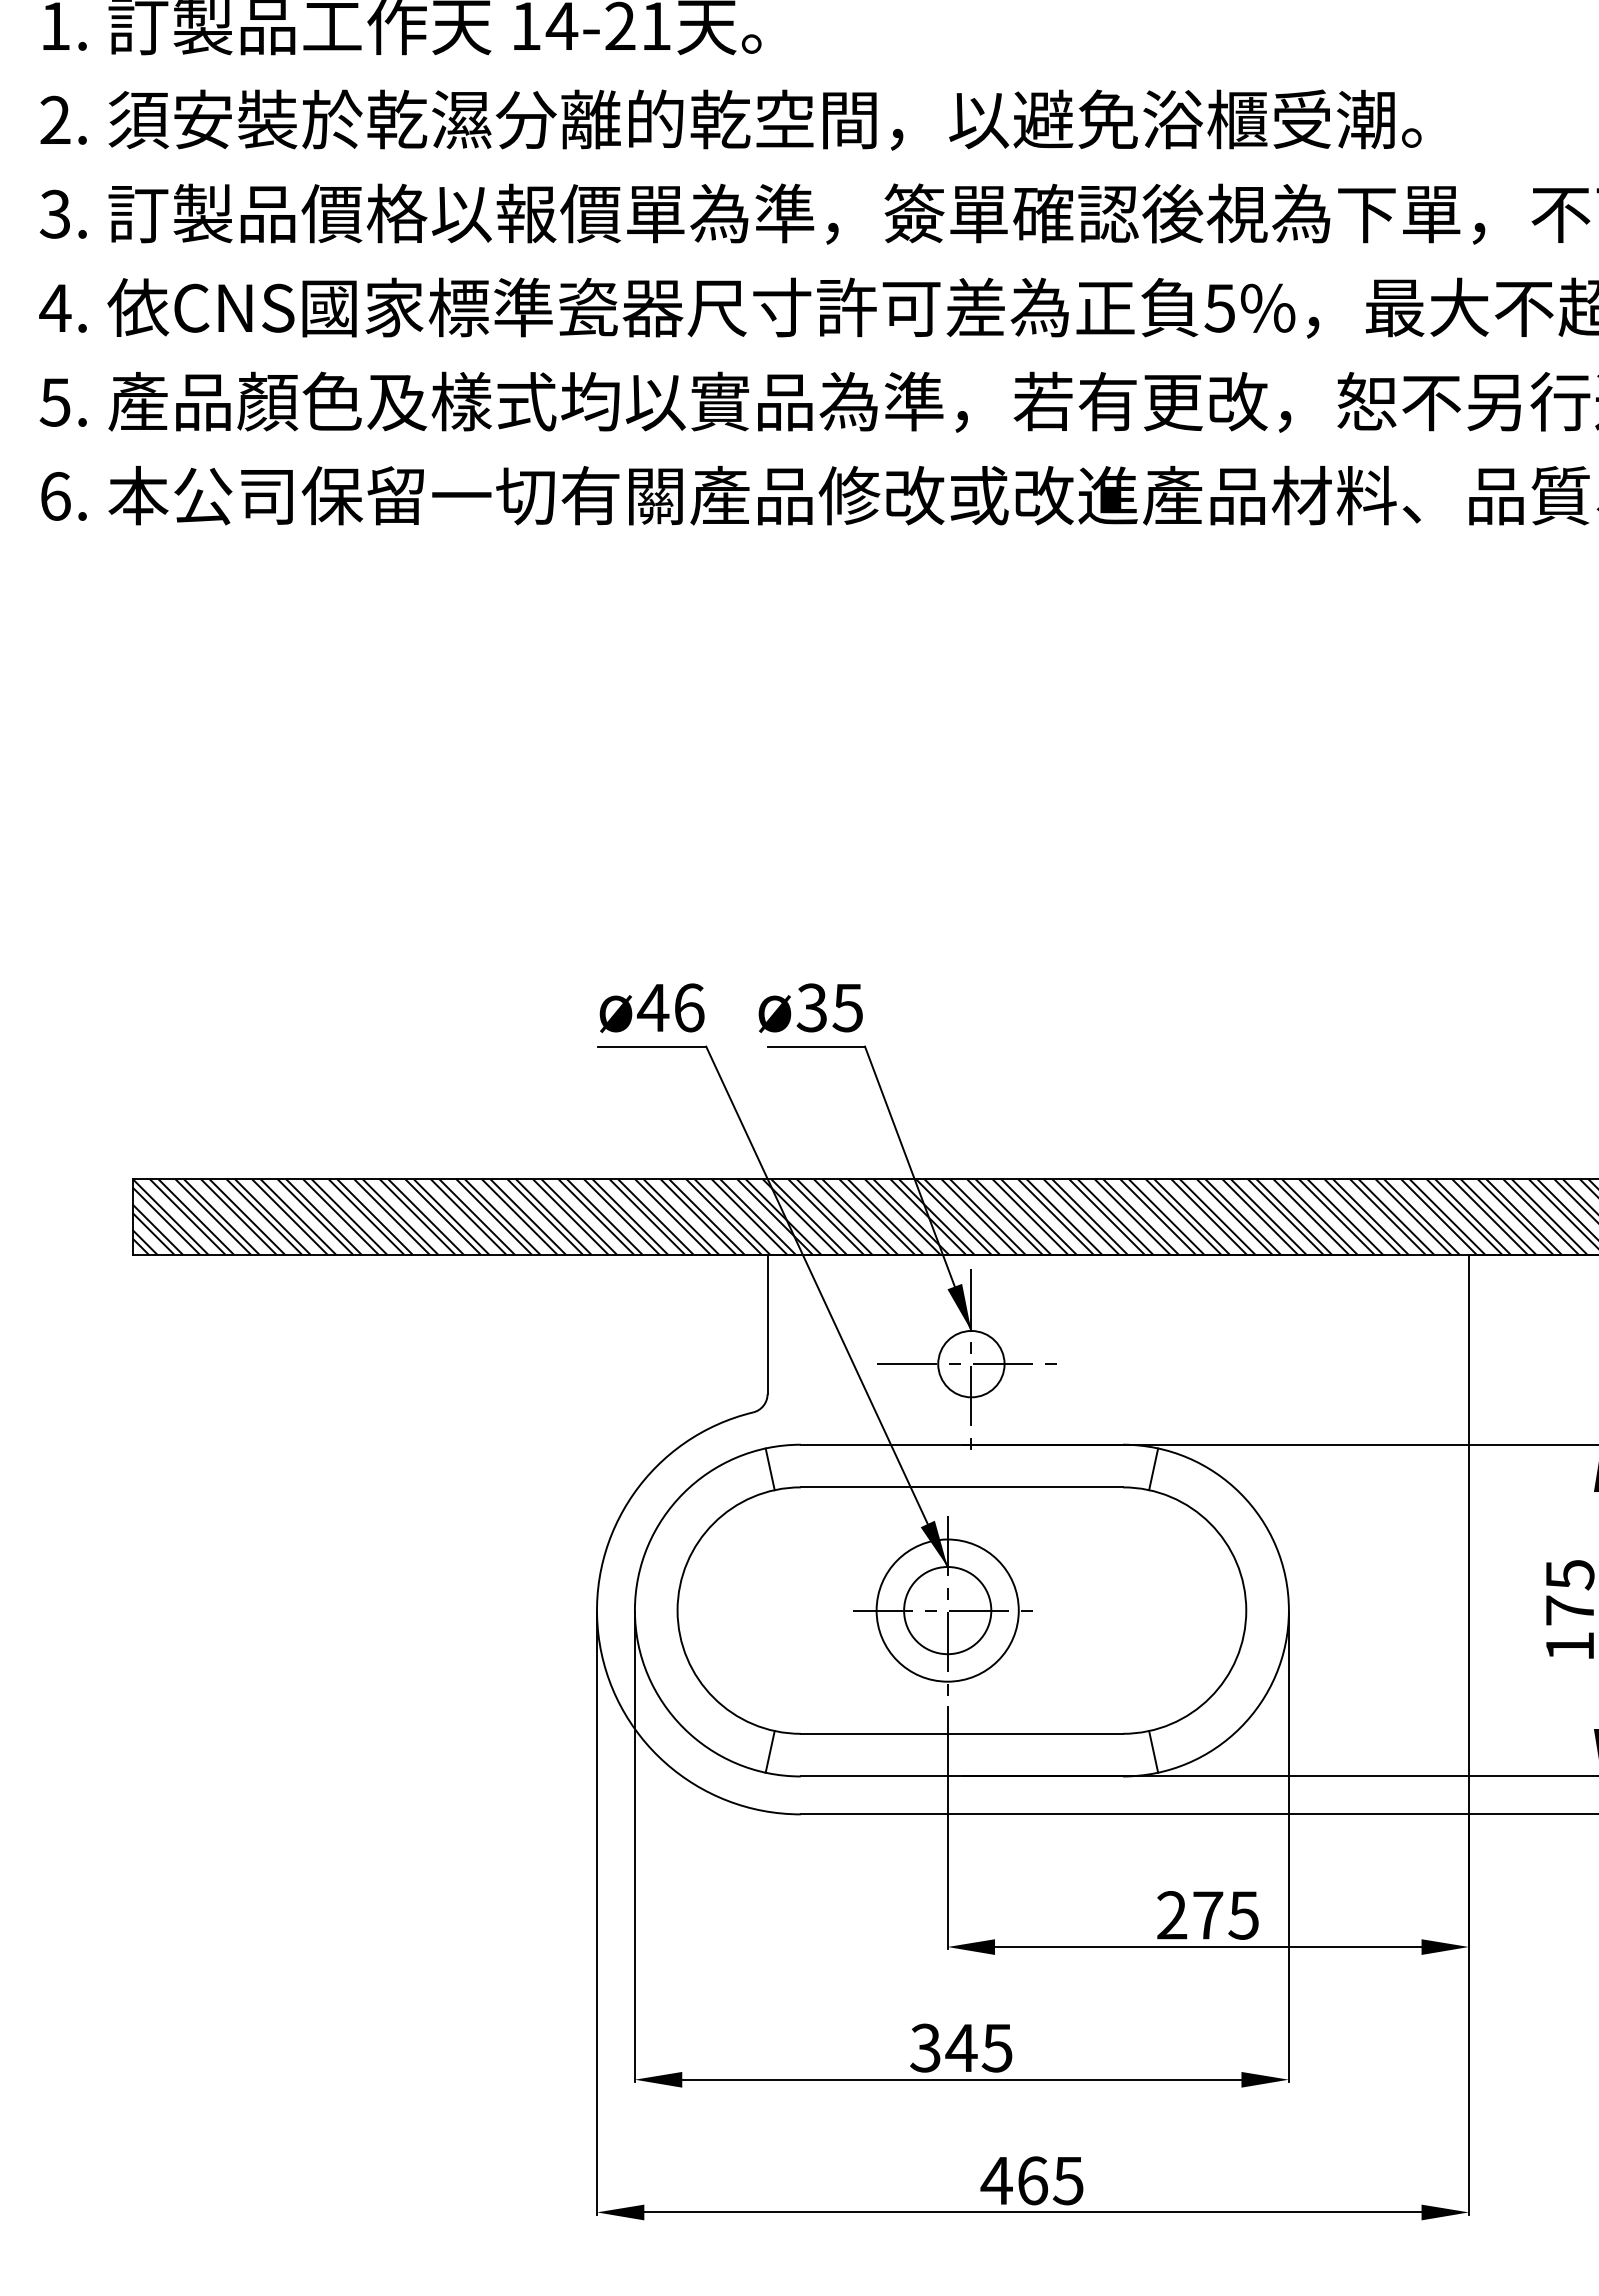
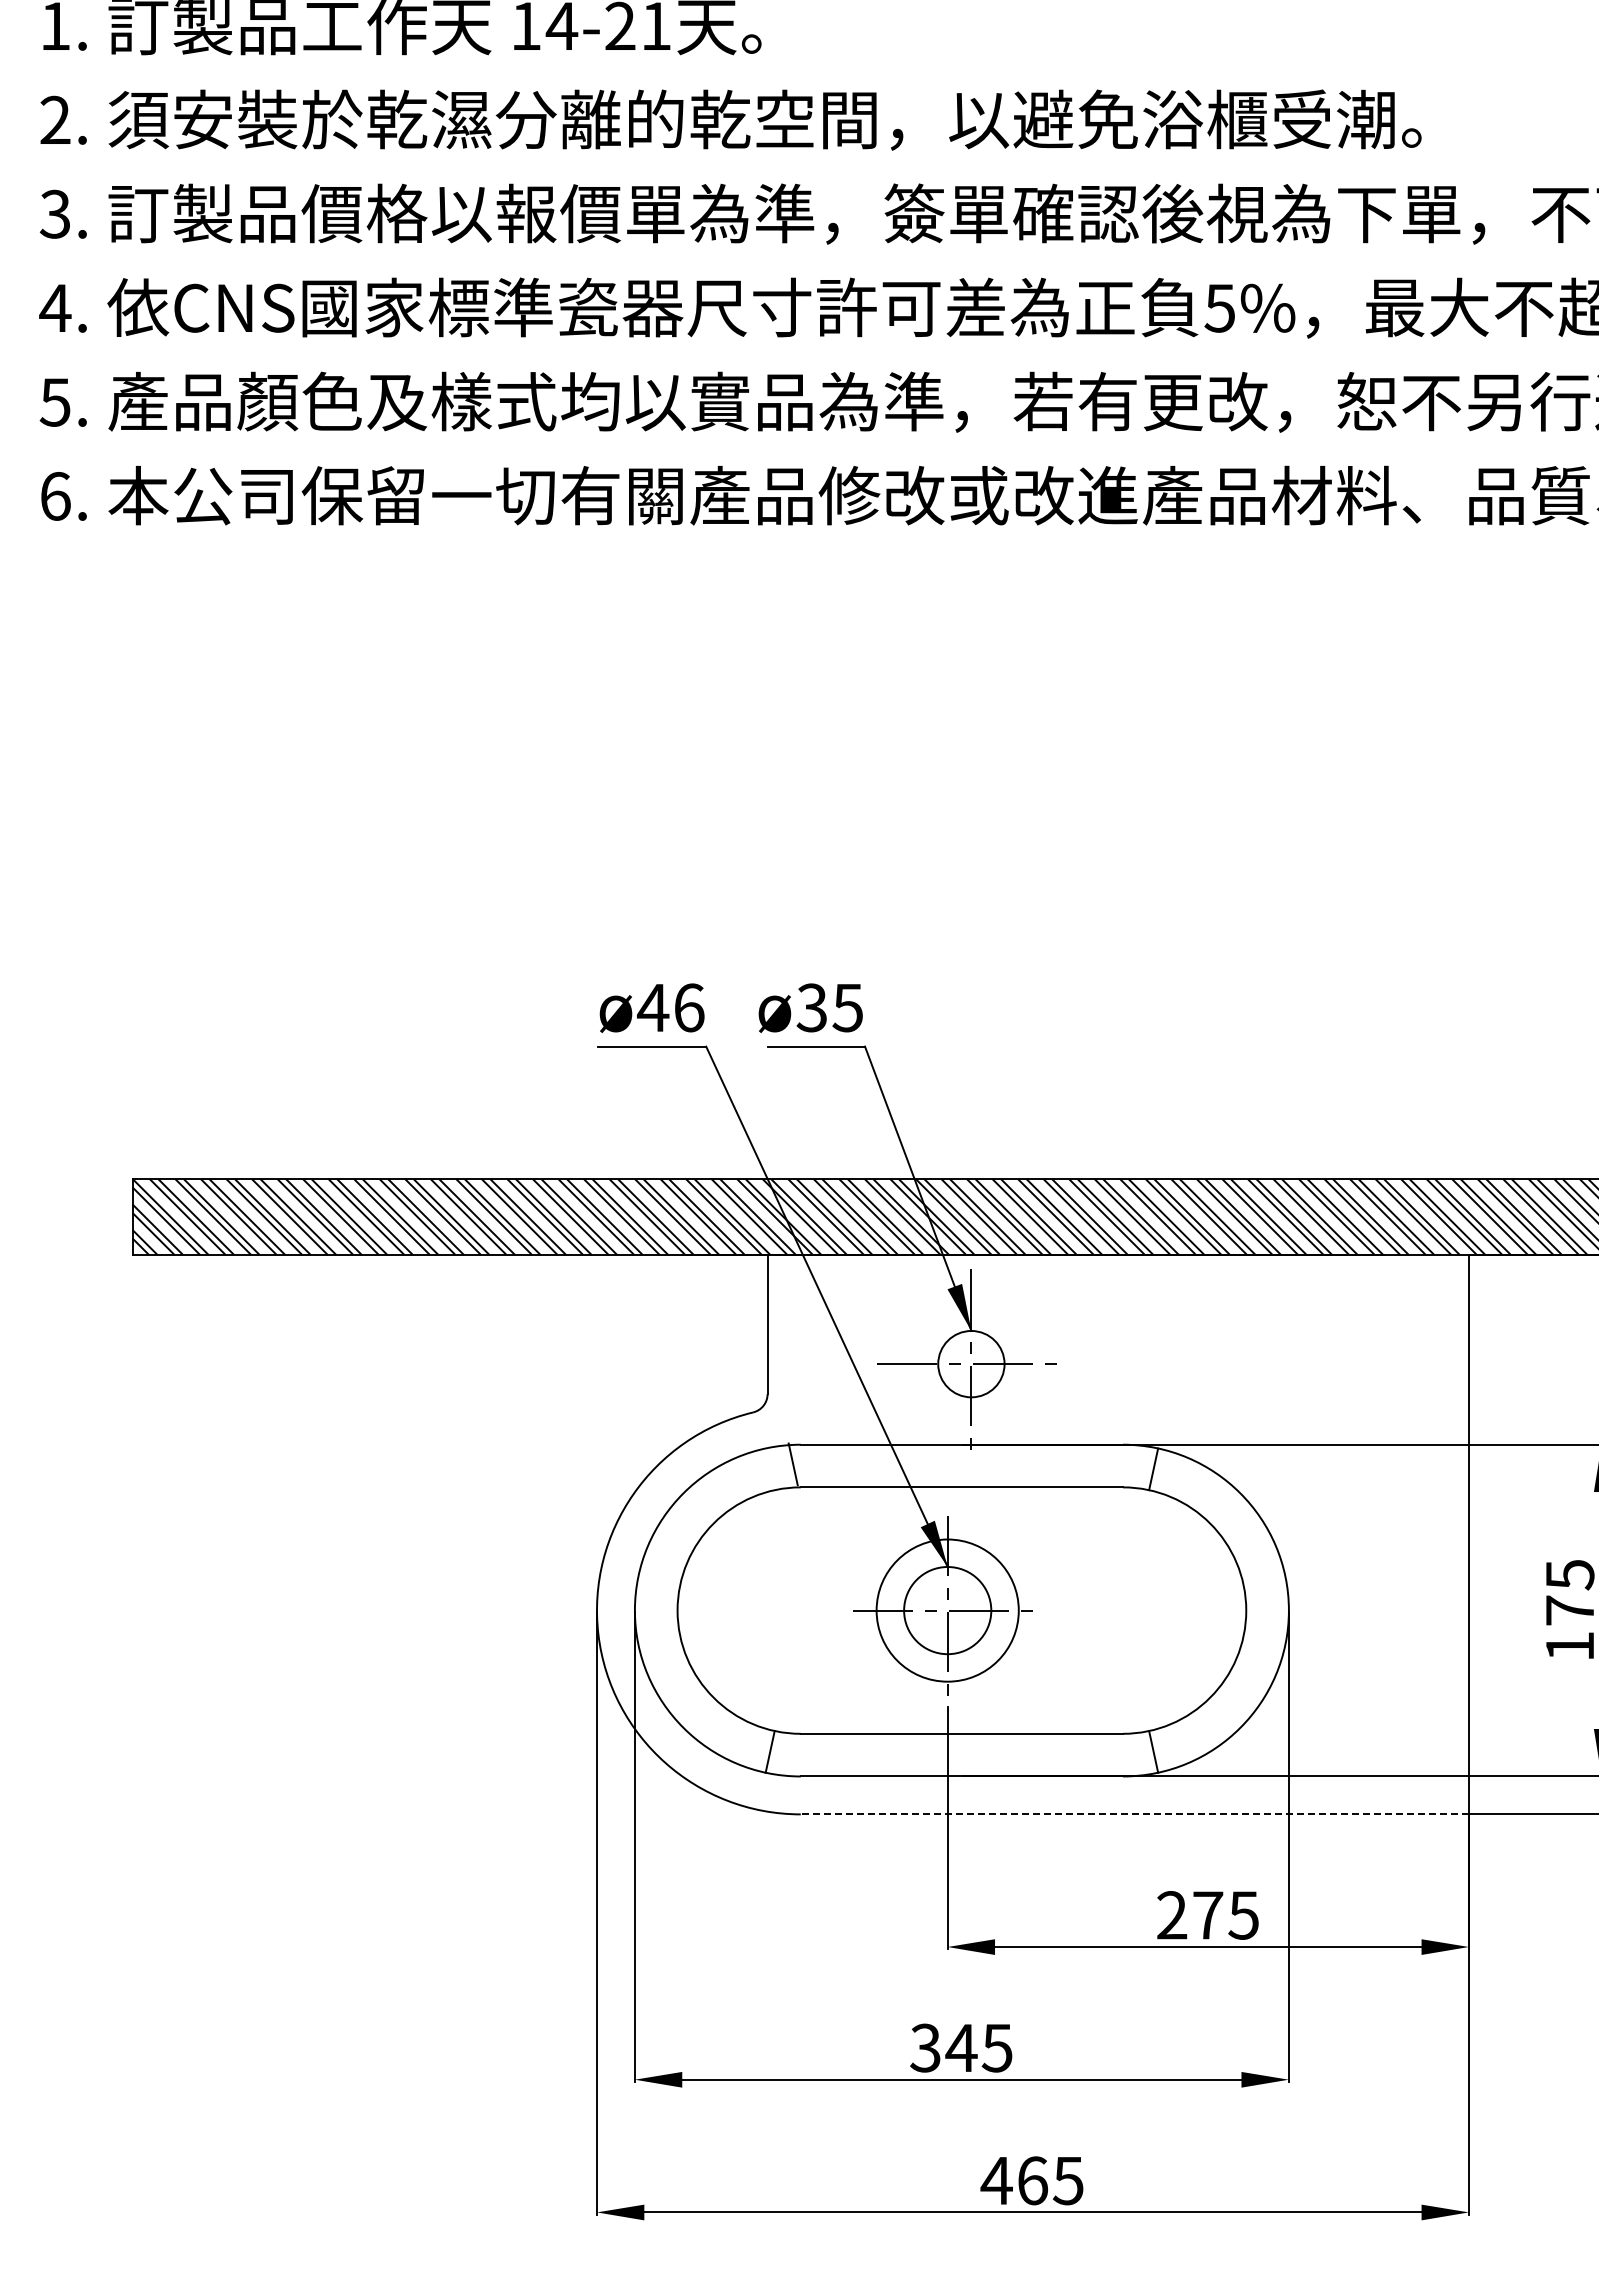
line at (769, 1469) position: (769, 1469) -> (792, 1464)
line at (1134, 1814): solid -> dashed
